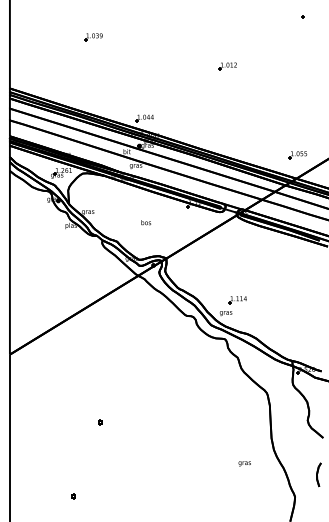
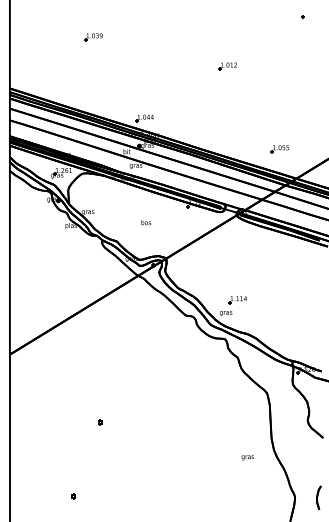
part at (297, 155) position: (297, 155) -> (279, 149)
text at (244, 463) position: (244, 463) -> (247, 457)
part at (318, 474) position: (318, 474) -> (318, 497)
